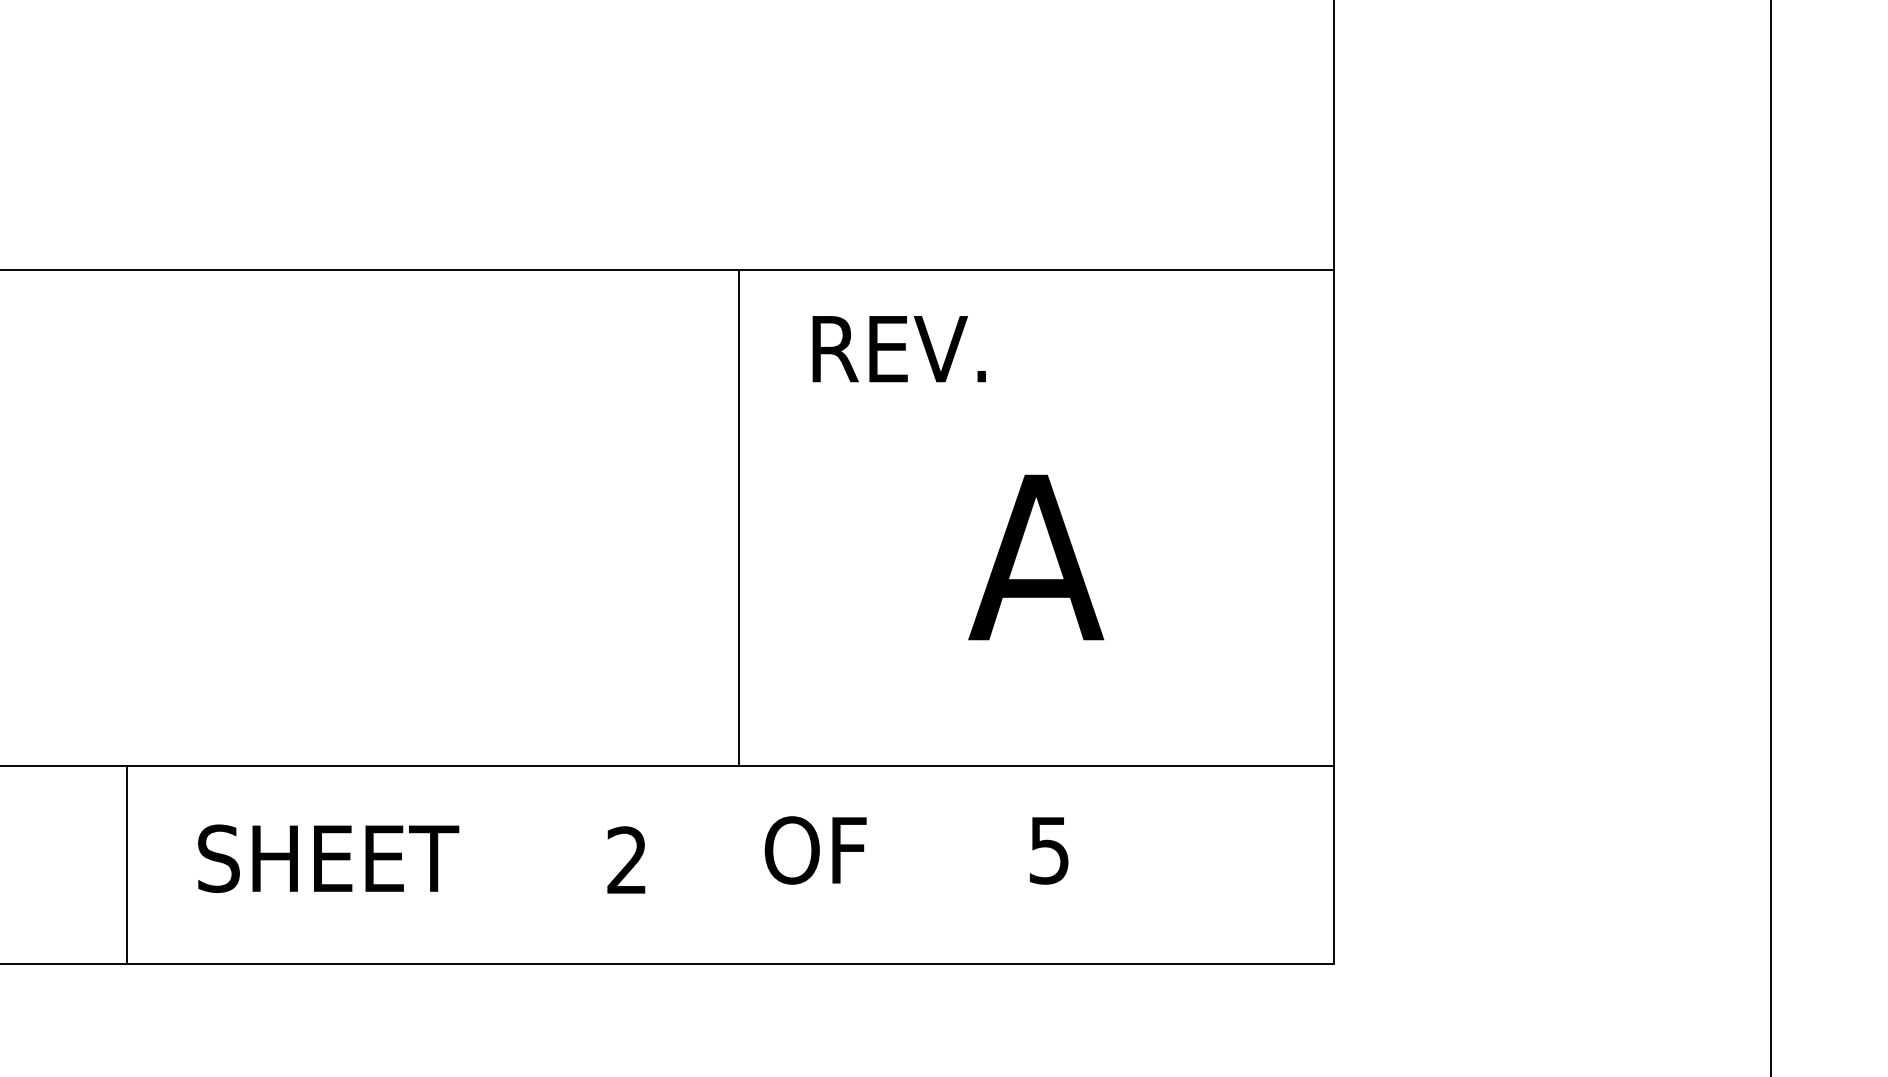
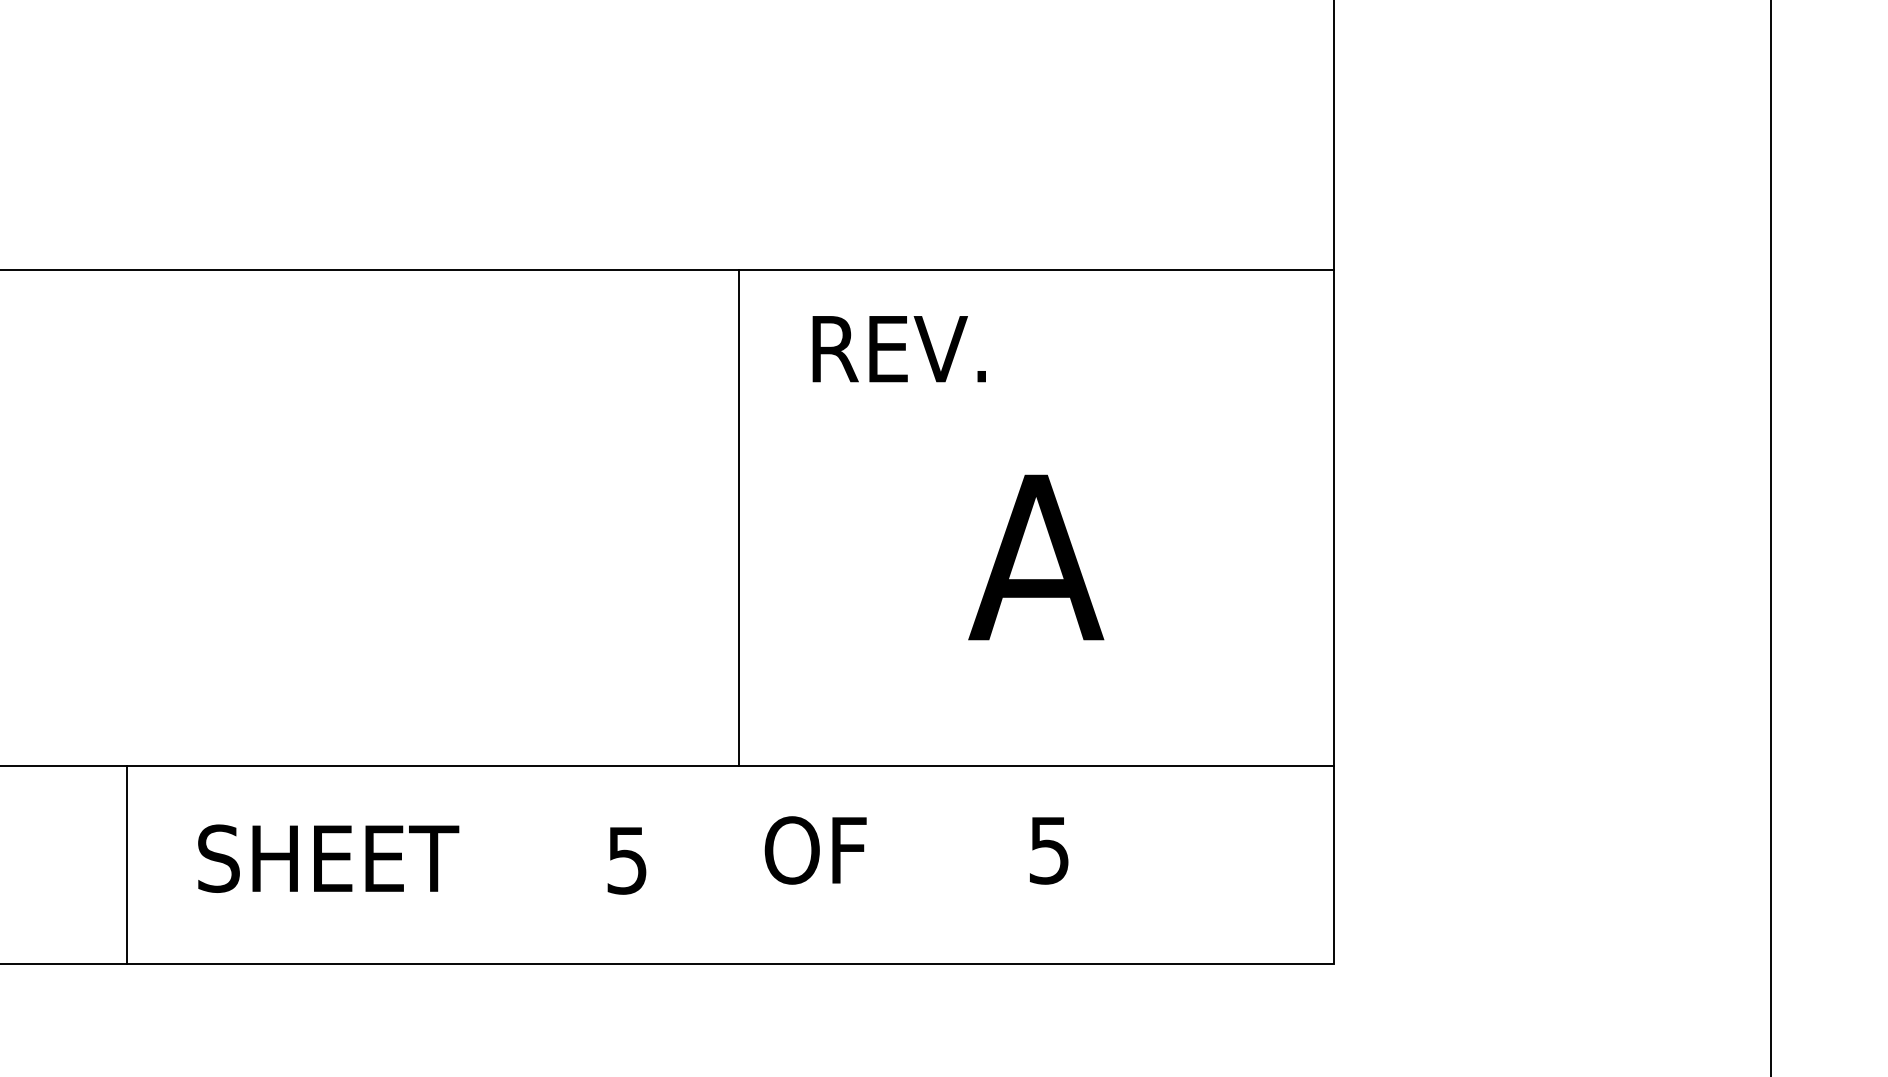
text at (626, 860): 2 -> 5
